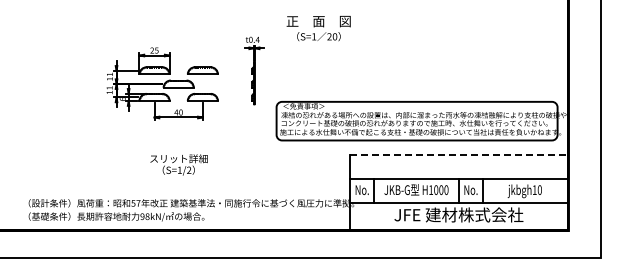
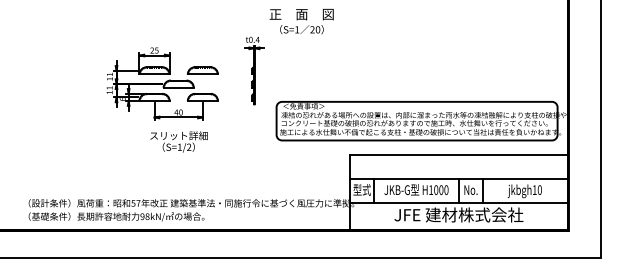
text at (318, 28) position: (318, 28) -> (301, 21)
line at (458, 155): dashed -> solid
text at (178, 164) position: (178, 164) -> (178, 141)
text at (361, 189): No. -> 型式
